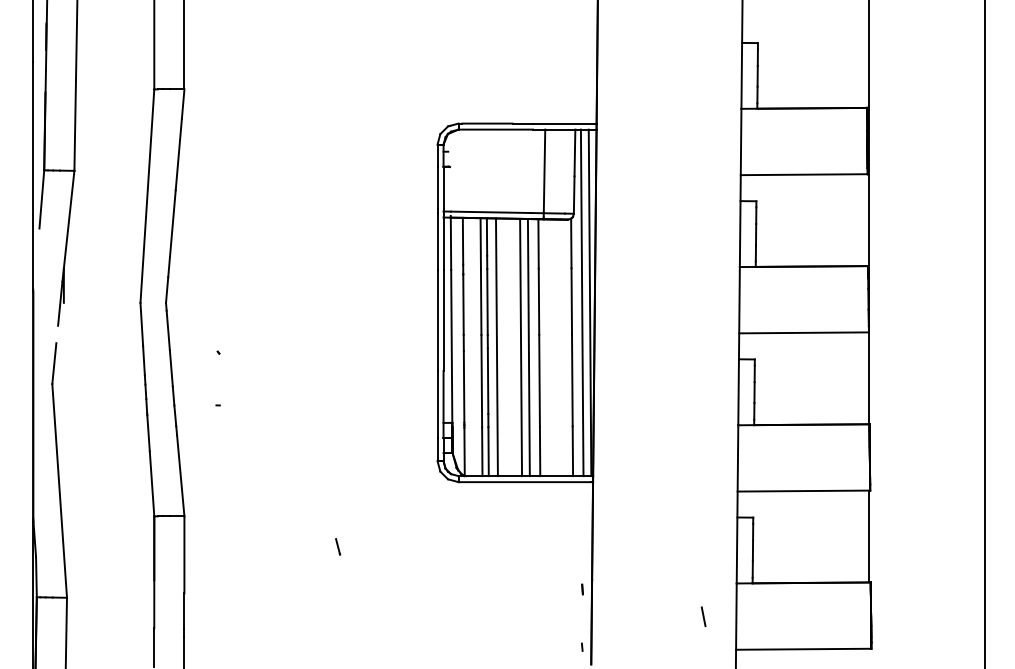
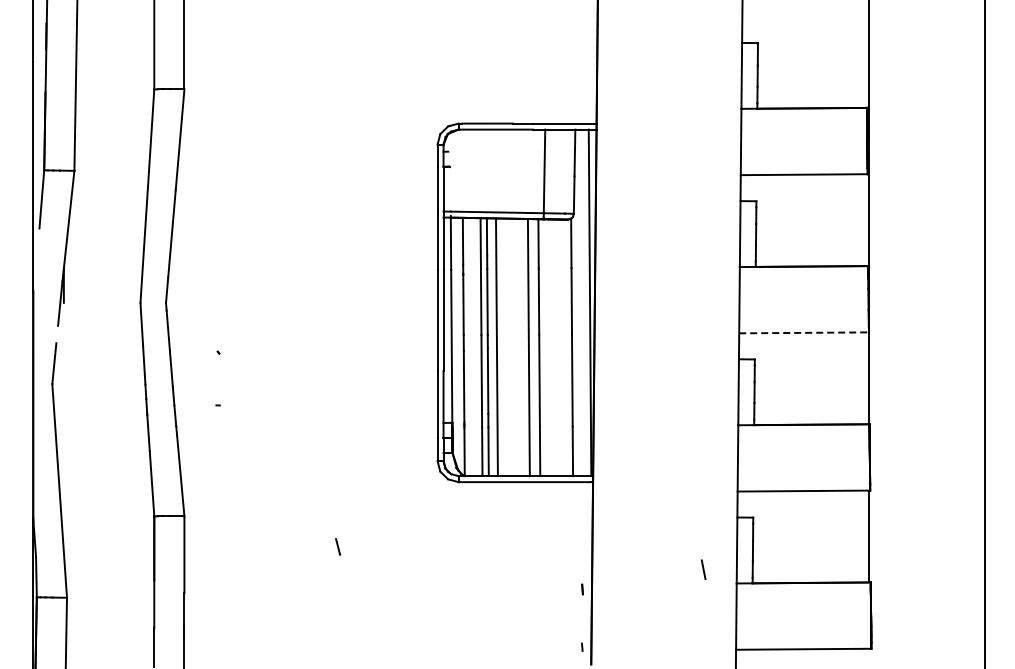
line at (581, 302): present -> none
line at (804, 332): solid -> dashed
line at (521, 347): present -> none
line at (703, 616) position: (703, 616) -> (703, 569)
